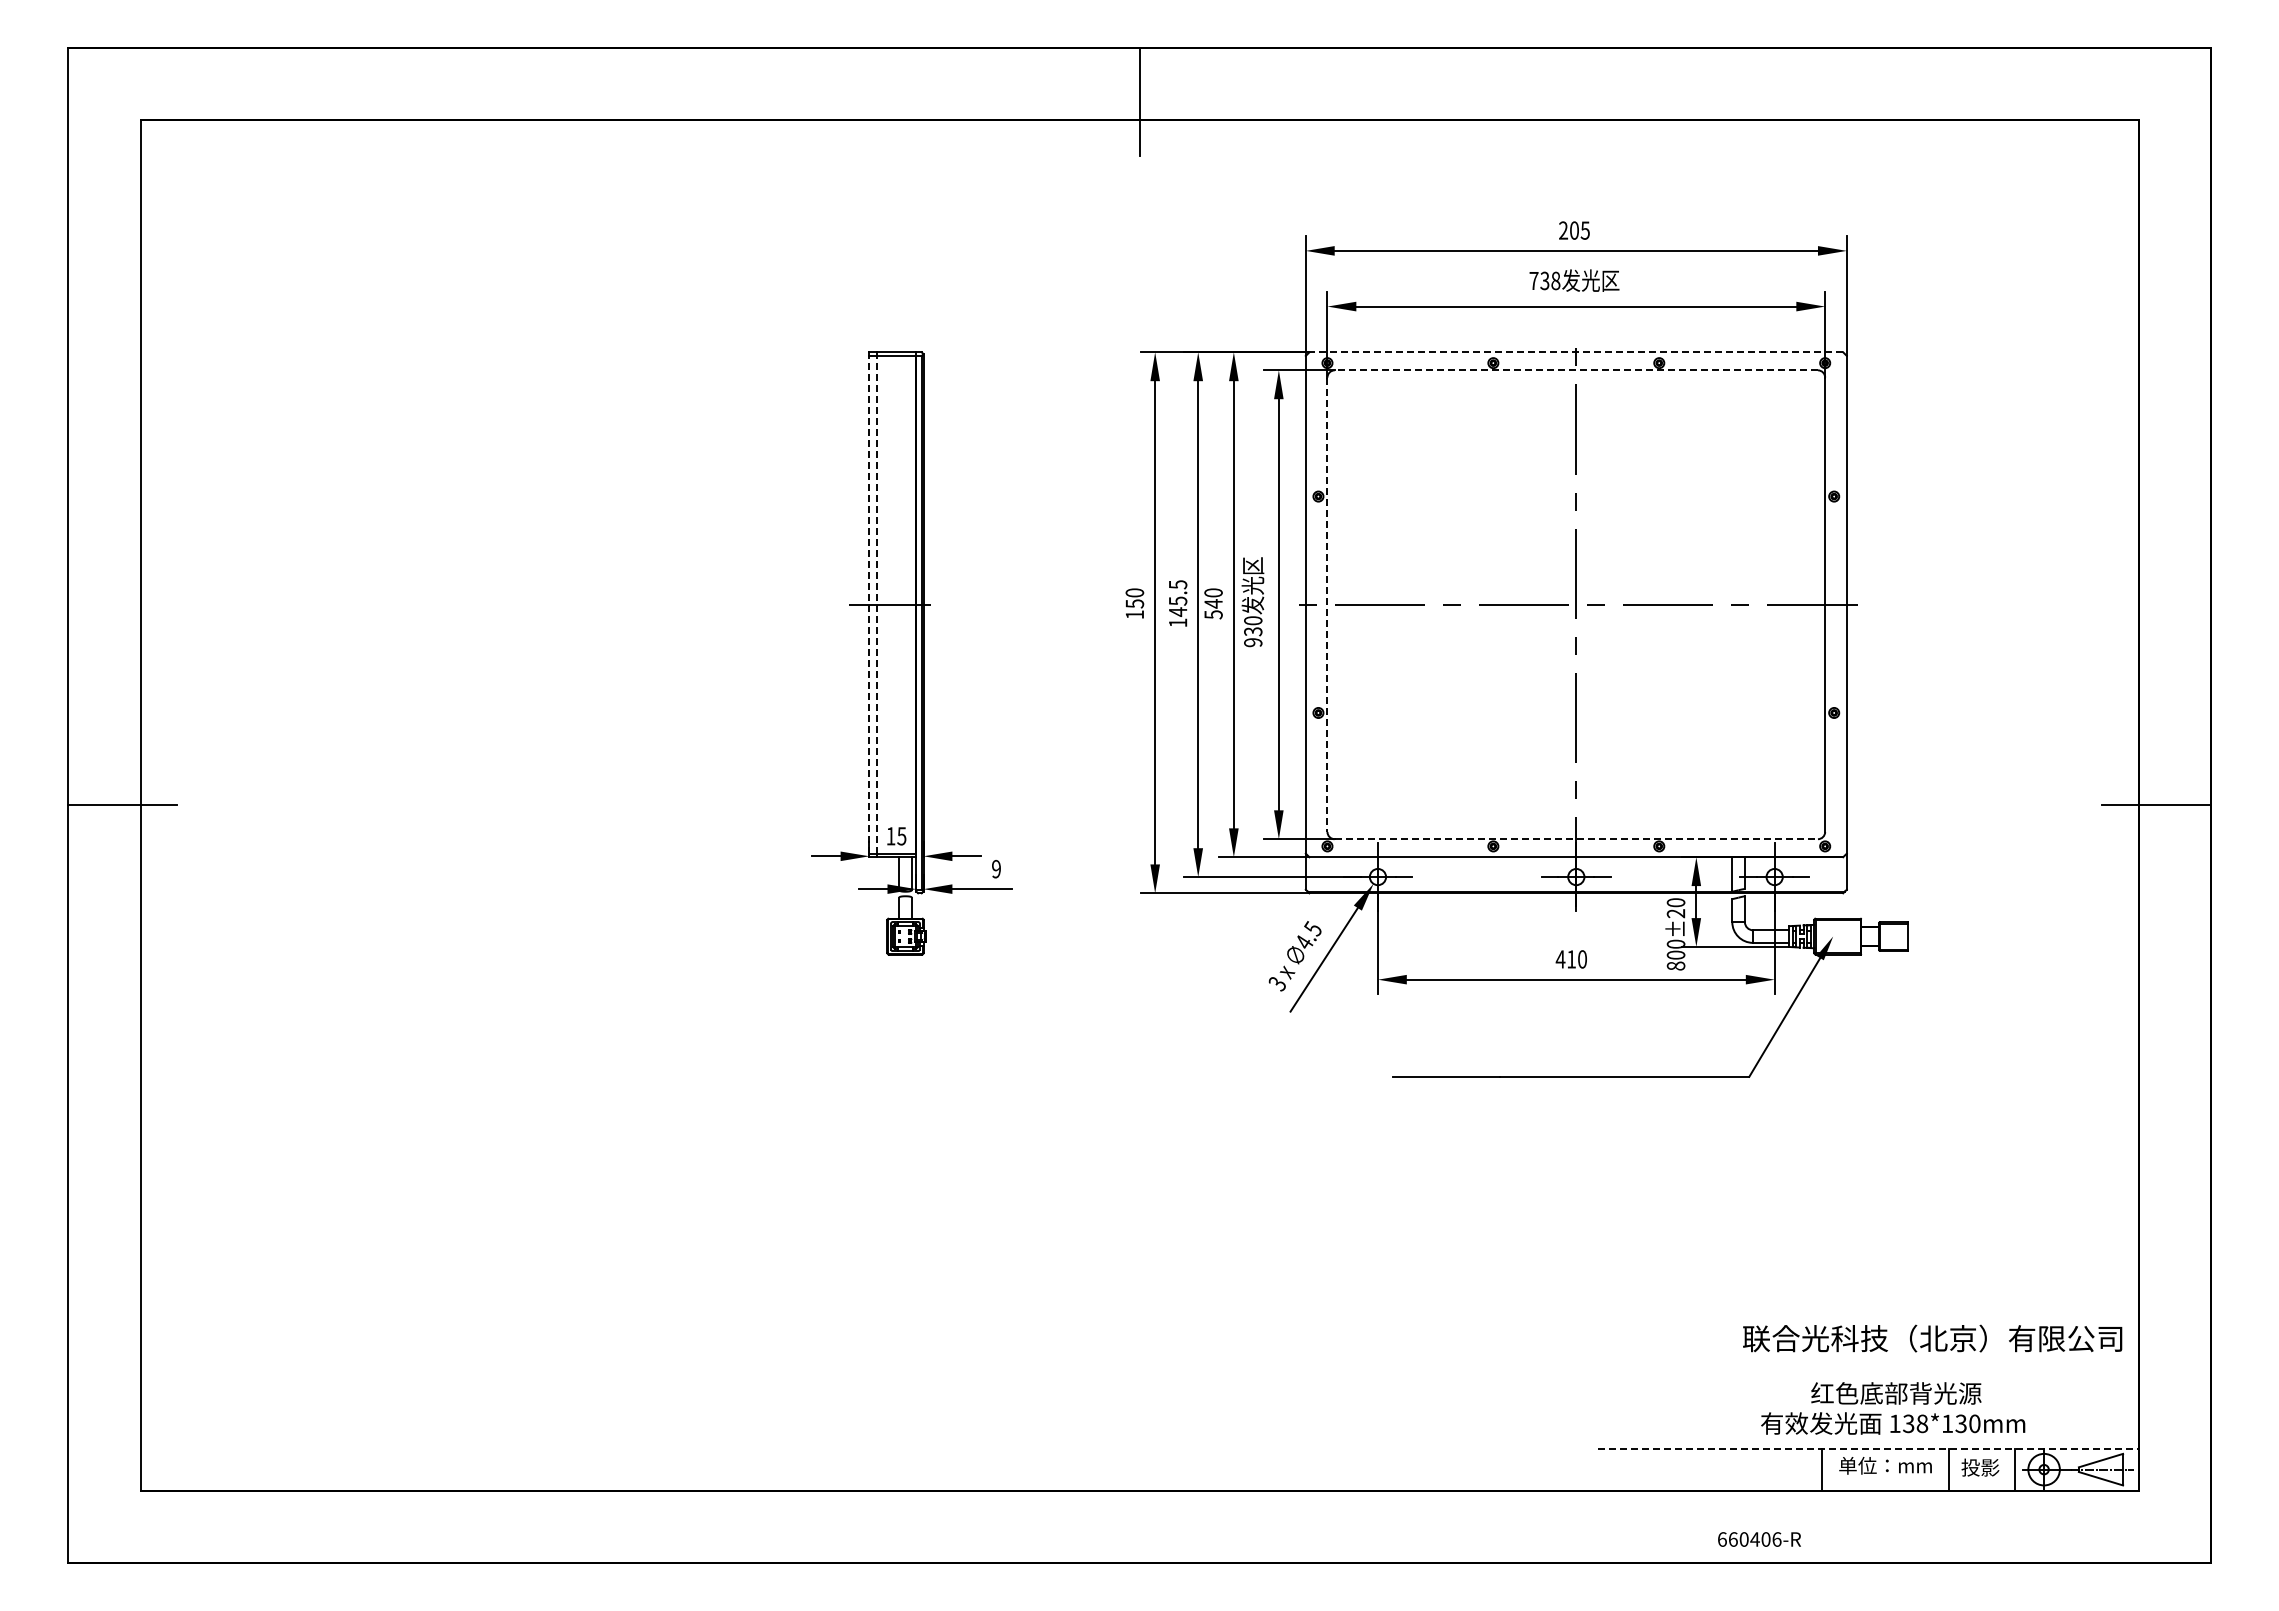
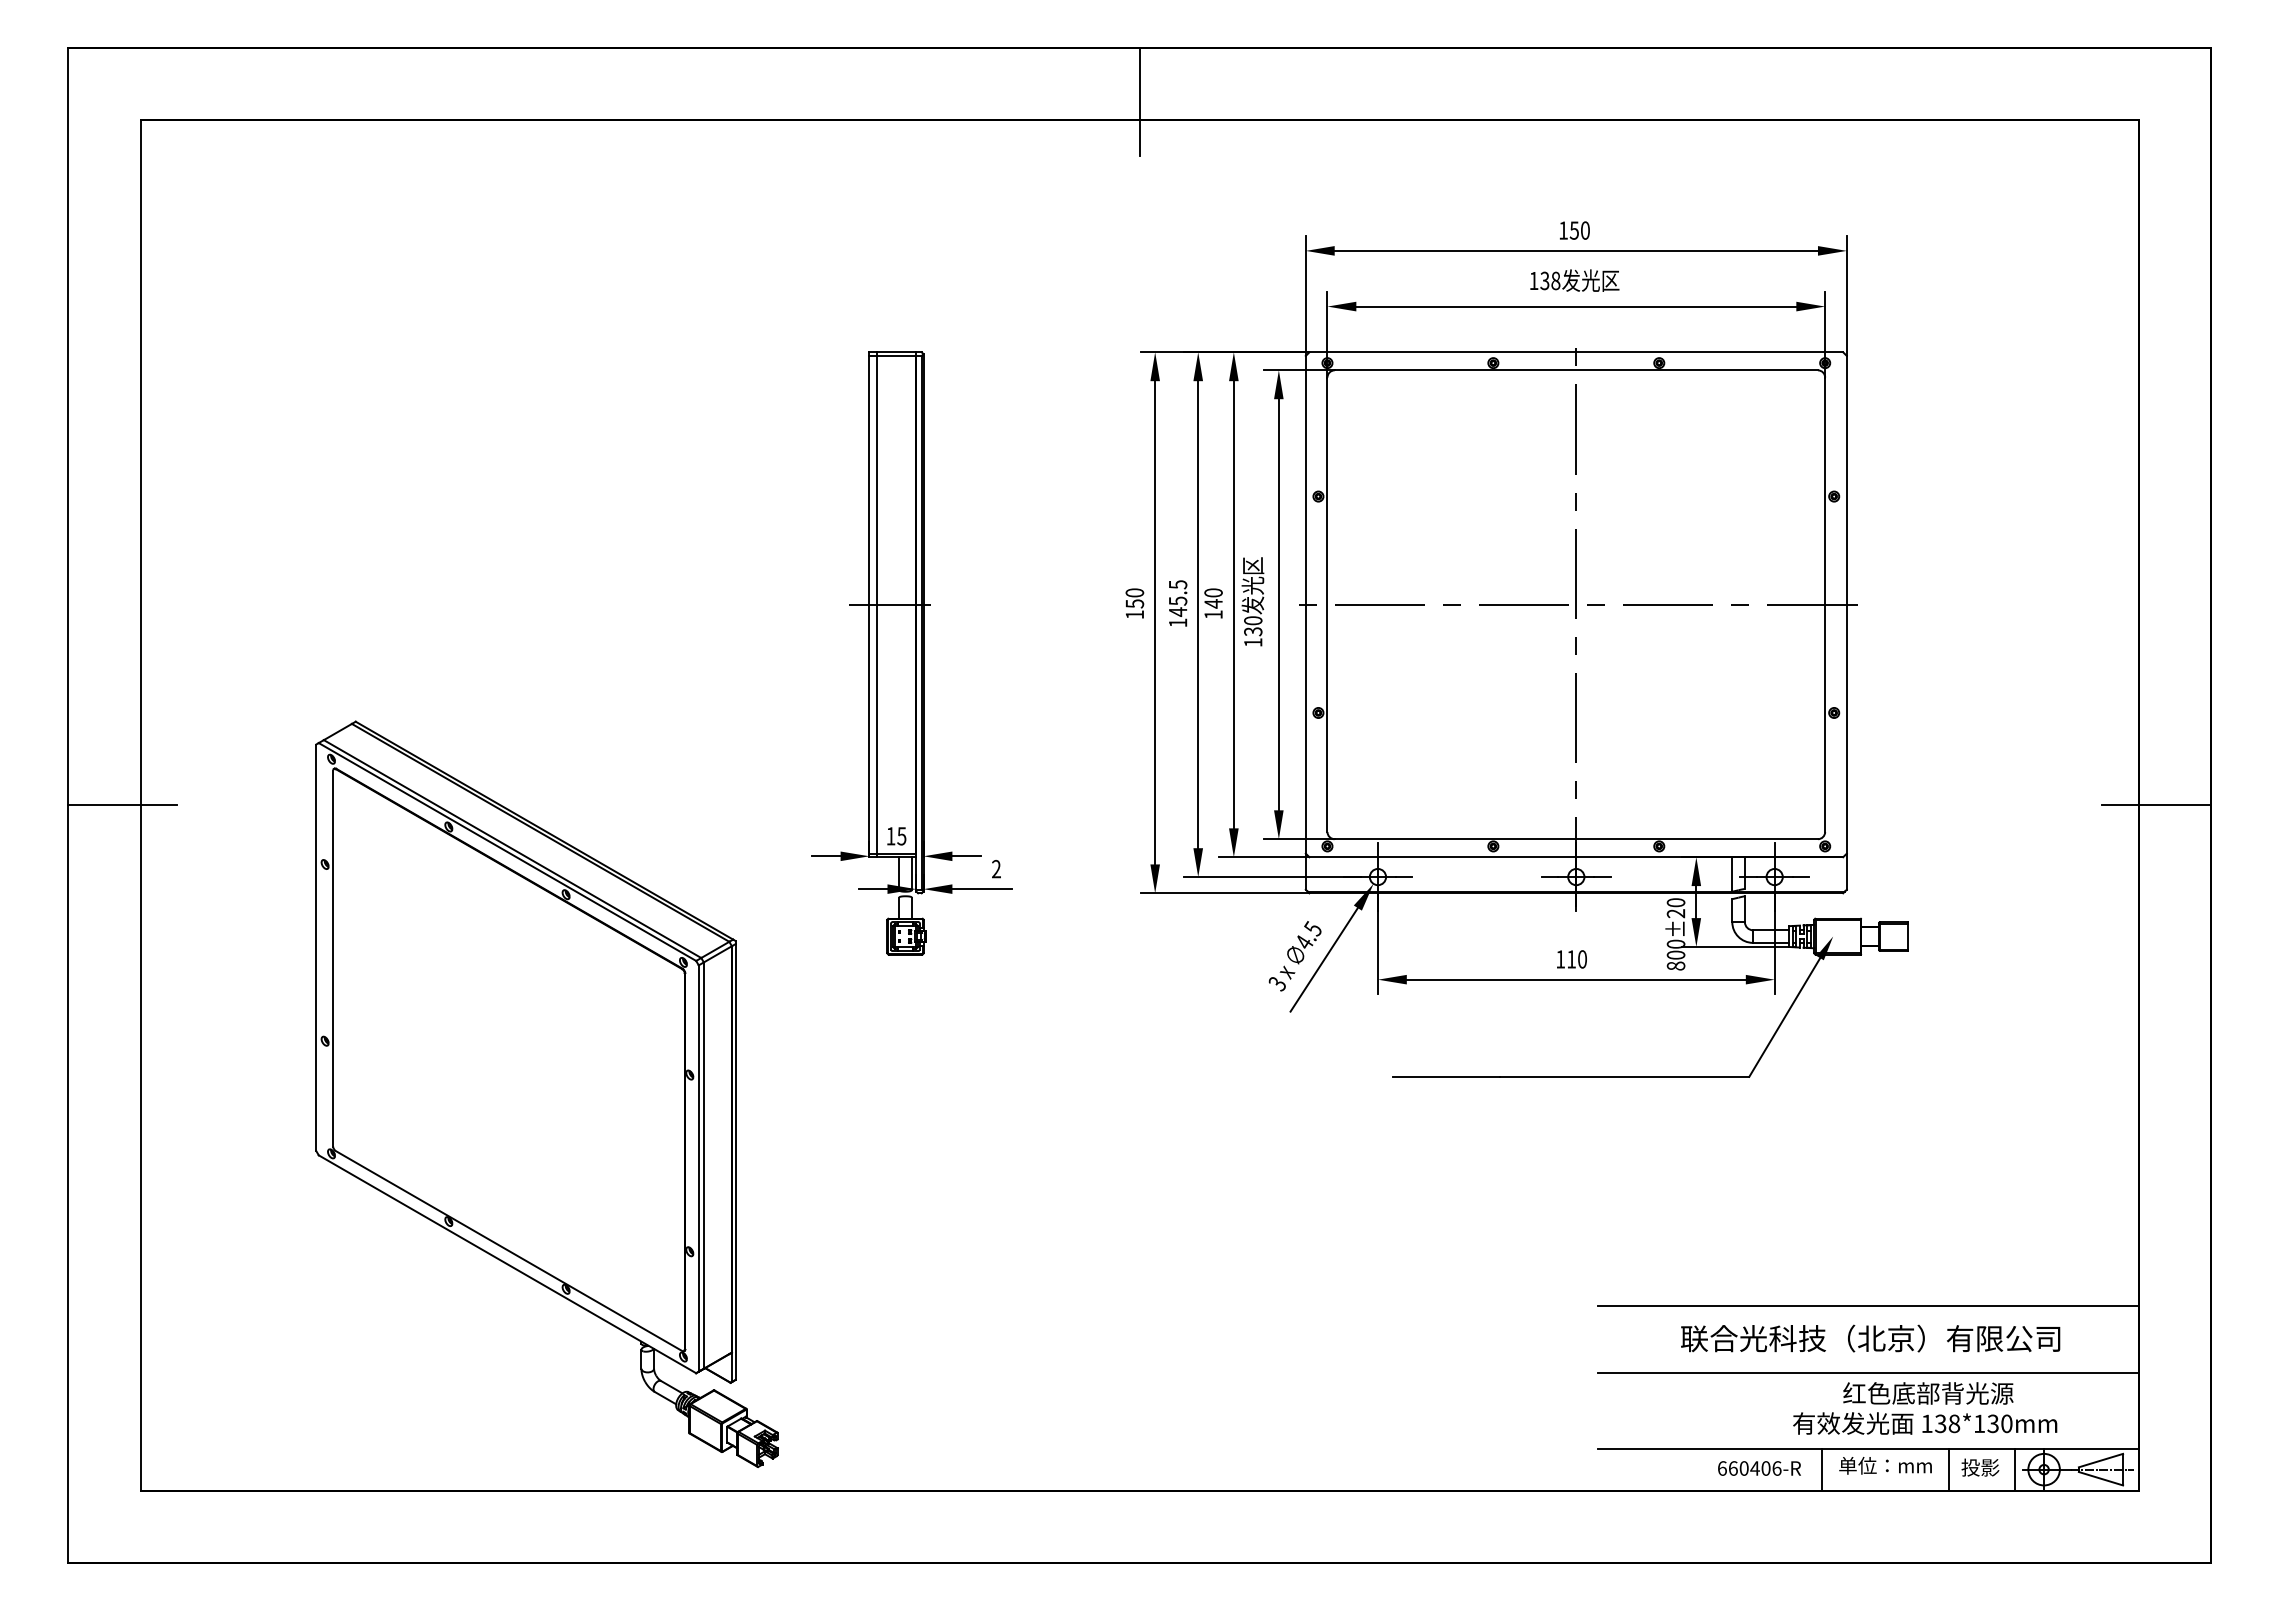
text at (1574, 230): 205 -> 150
text at (1533, 280): 738 -> 138
line at (1576, 352): dashed -> solid
line at (1576, 370): dashed -> solid
line at (869, 604): dashed -> solid
line at (876, 604): dashed -> solid
line at (1327, 605): dashed -> solid
text at (1213, 614): 540 -> 140
text at (1253, 642): 930 -> 130
line at (1576, 839): dashed -> solid
text at (996, 869): 9 -> 2
text at (1560, 959): 410 -> 110
part at (546, 1093): none -> present
line at (1867, 1305): none -> present
text at (1932, 1338) position: (1932, 1338) -> (1870, 1338)
line at (1867, 1372): none -> present
text at (1893, 1408) position: (1893, 1408) -> (1925, 1408)
line at (1868, 1448): dashed -> solid
text at (1759, 1539) position: (1759, 1539) -> (1759, 1468)
